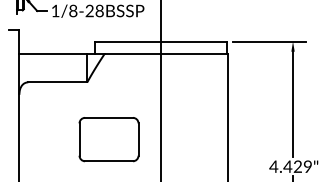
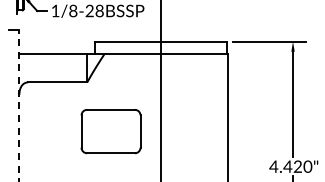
line at (19, 106): solid -> dashed
part at (108, 139) position: (108, 139) -> (110, 131)
text at (307, 167): 4.429" -> 4.420"
